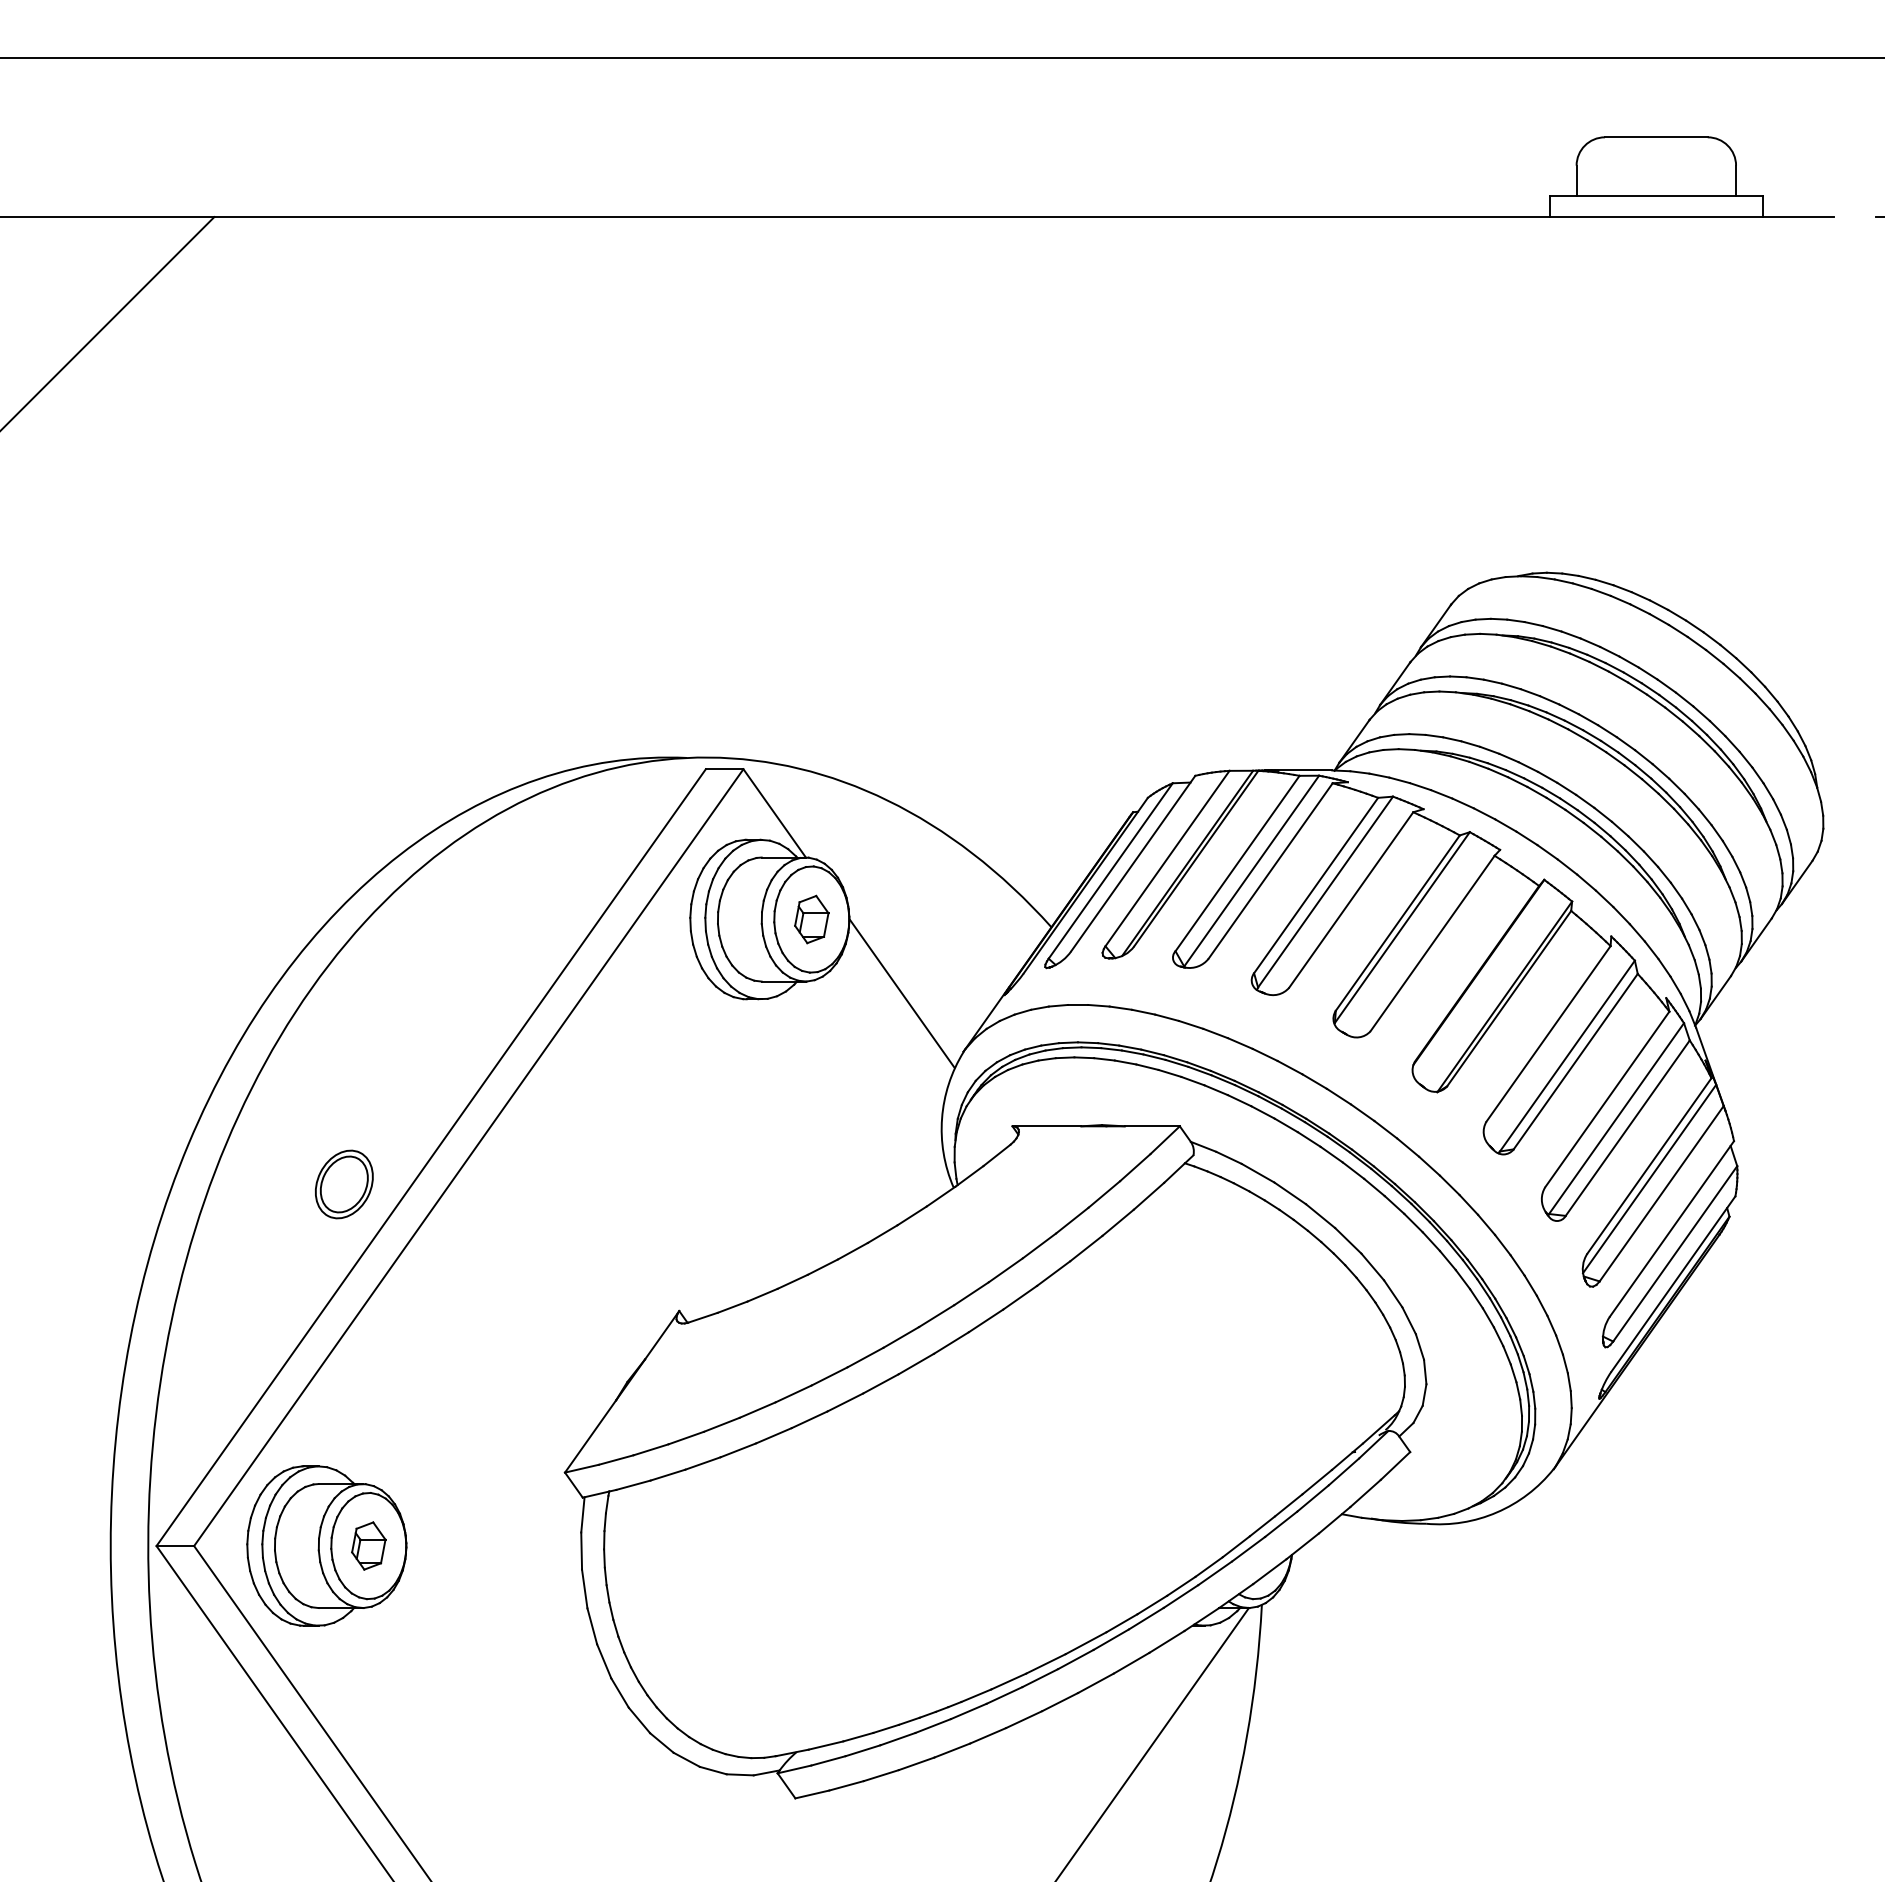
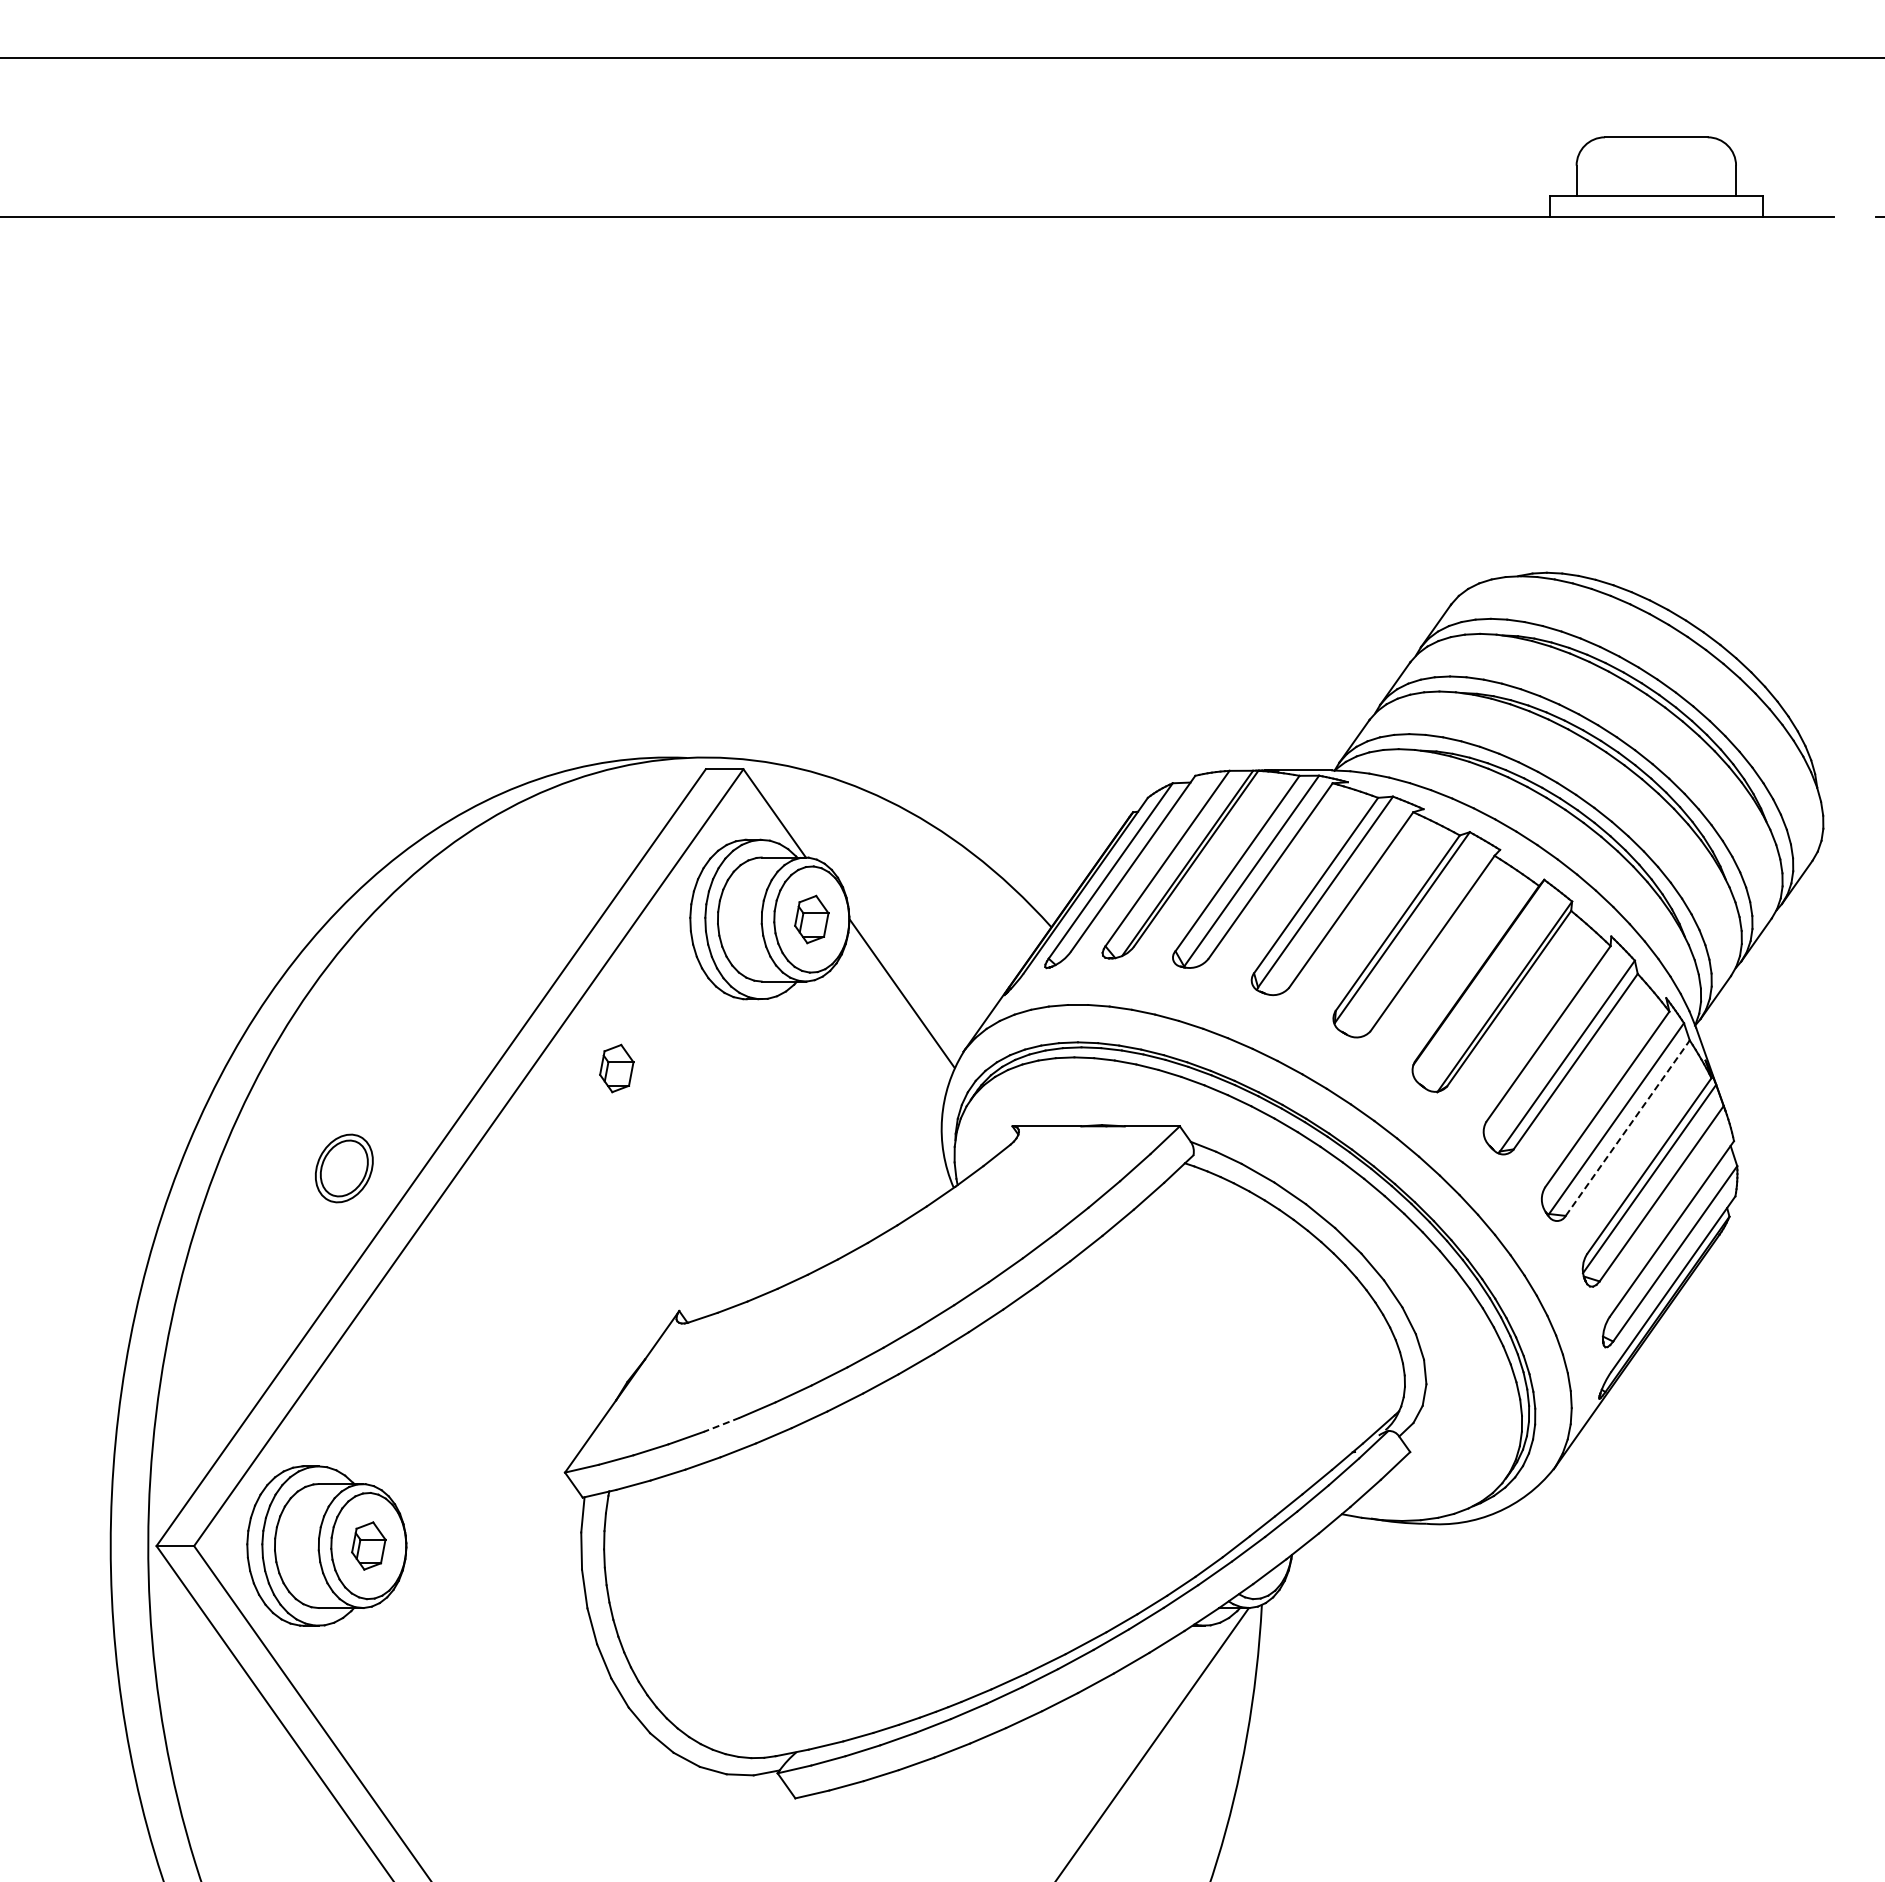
line at (108, 323): present -> none
part at (616, 1068): none -> present
line at (1628, 1127): solid -> dashed
part at (343, 1184) position: (343, 1184) -> (343, 1168)
line at (721, 1424): solid -> dashed
